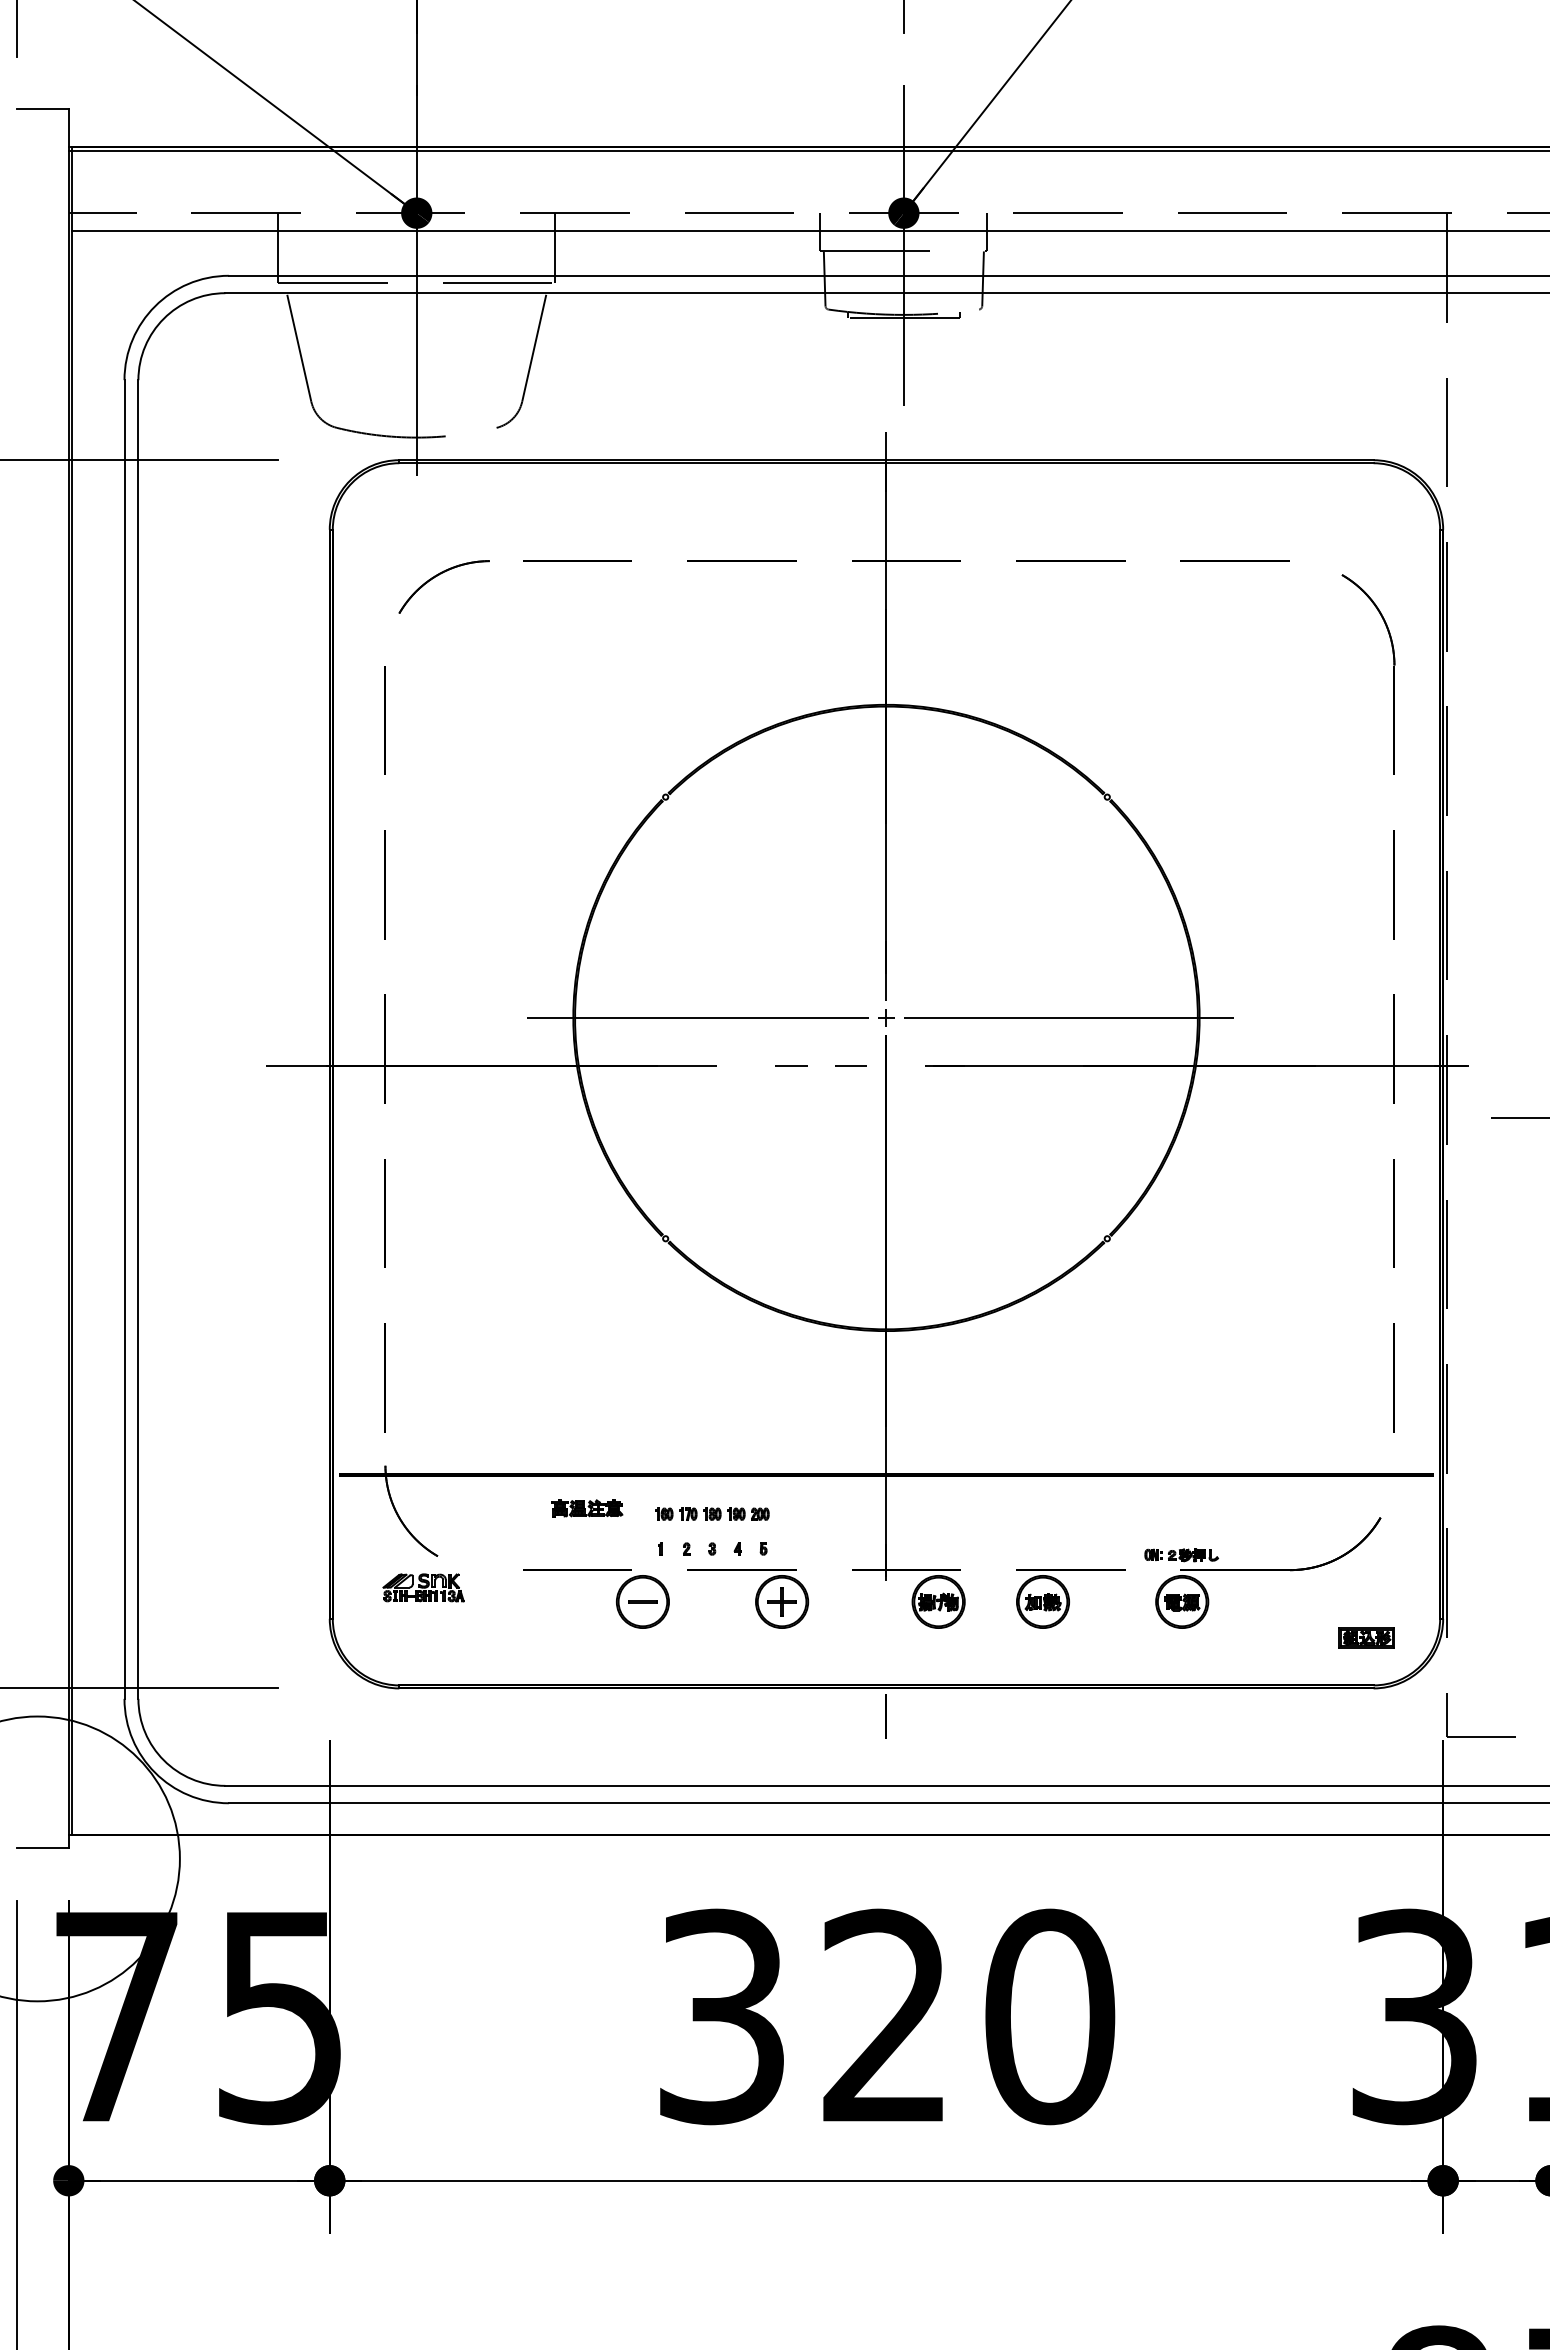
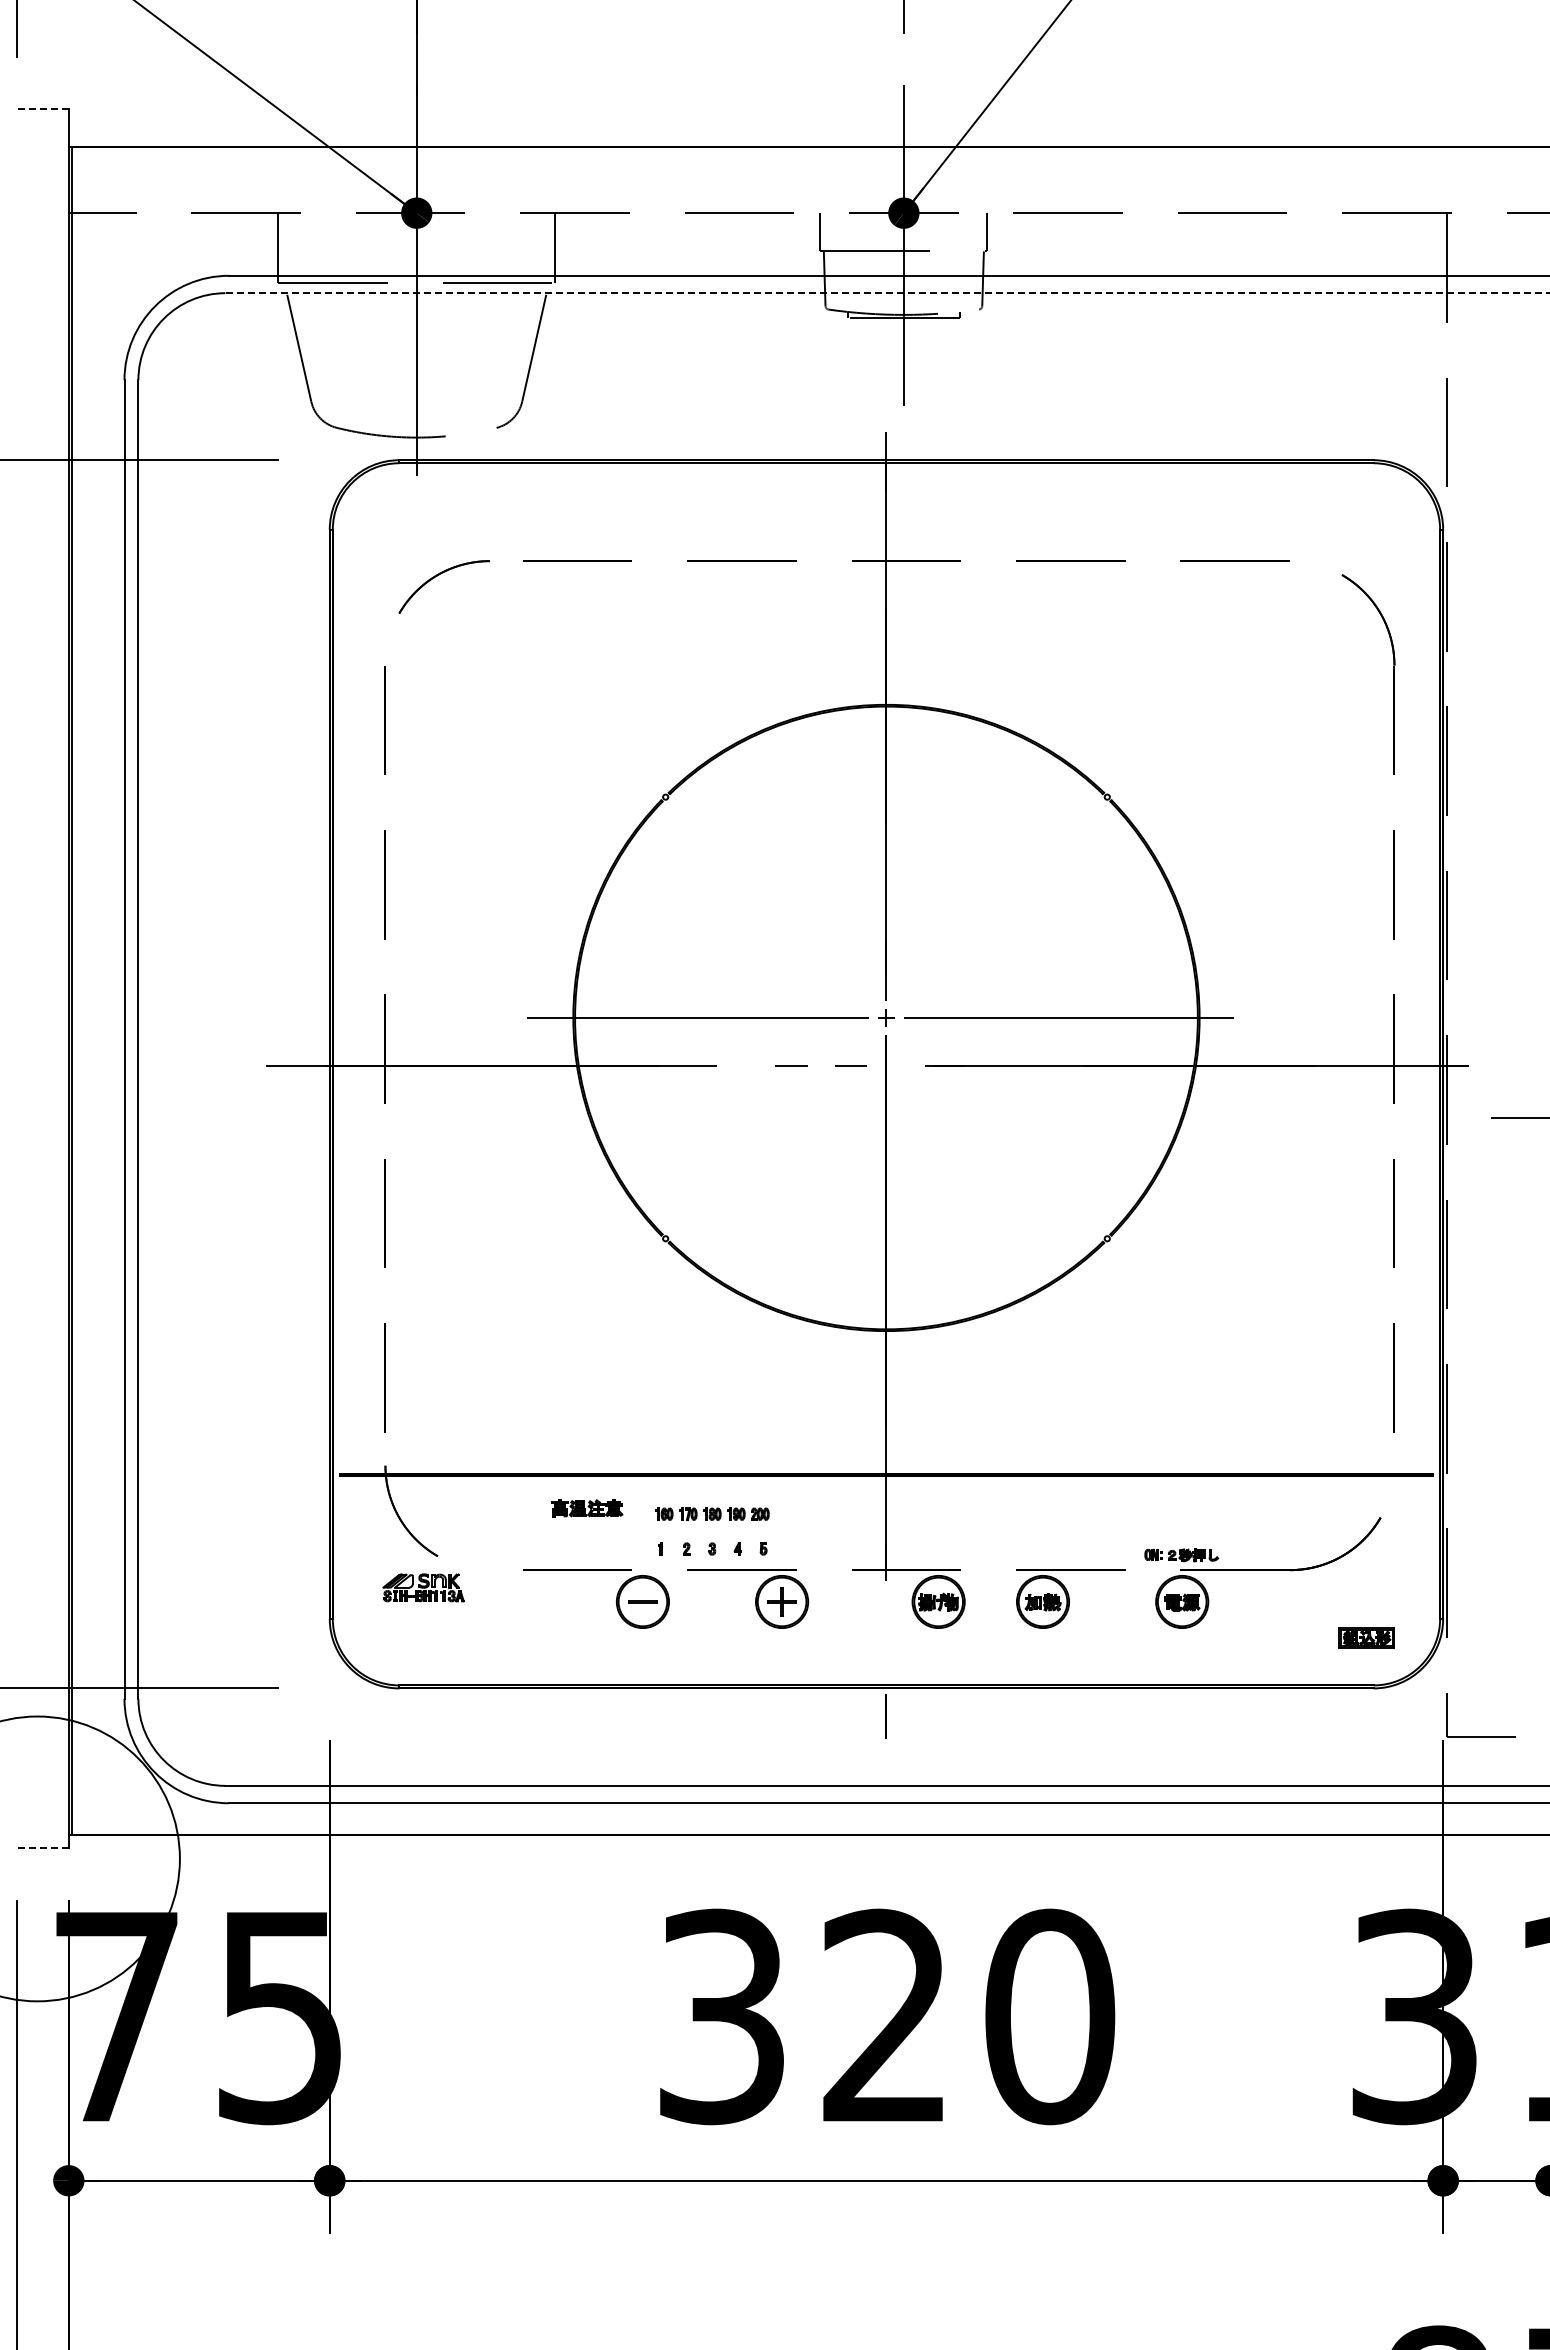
line at (42, 108): solid -> dashed
line at (807, 150): present -> none
line at (809, 230): present -> none
line at (887, 293): solid -> dashed
line at (42, 1848): solid -> dashed
